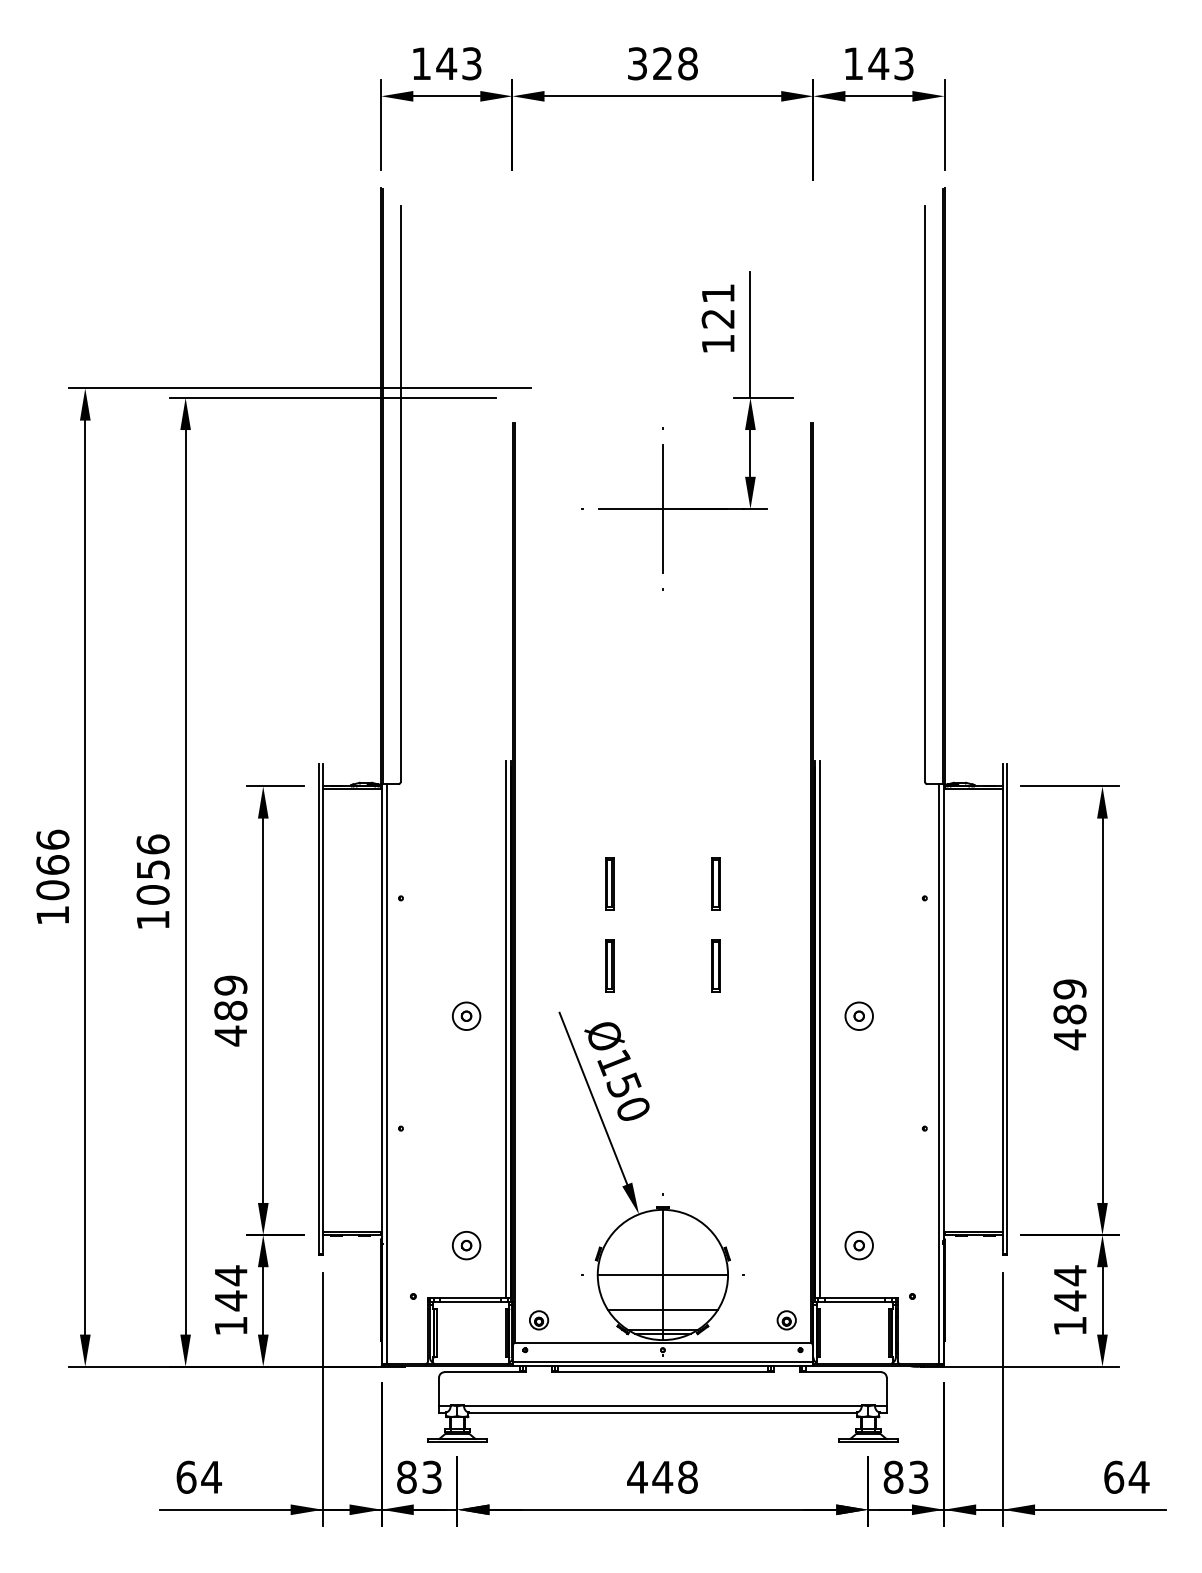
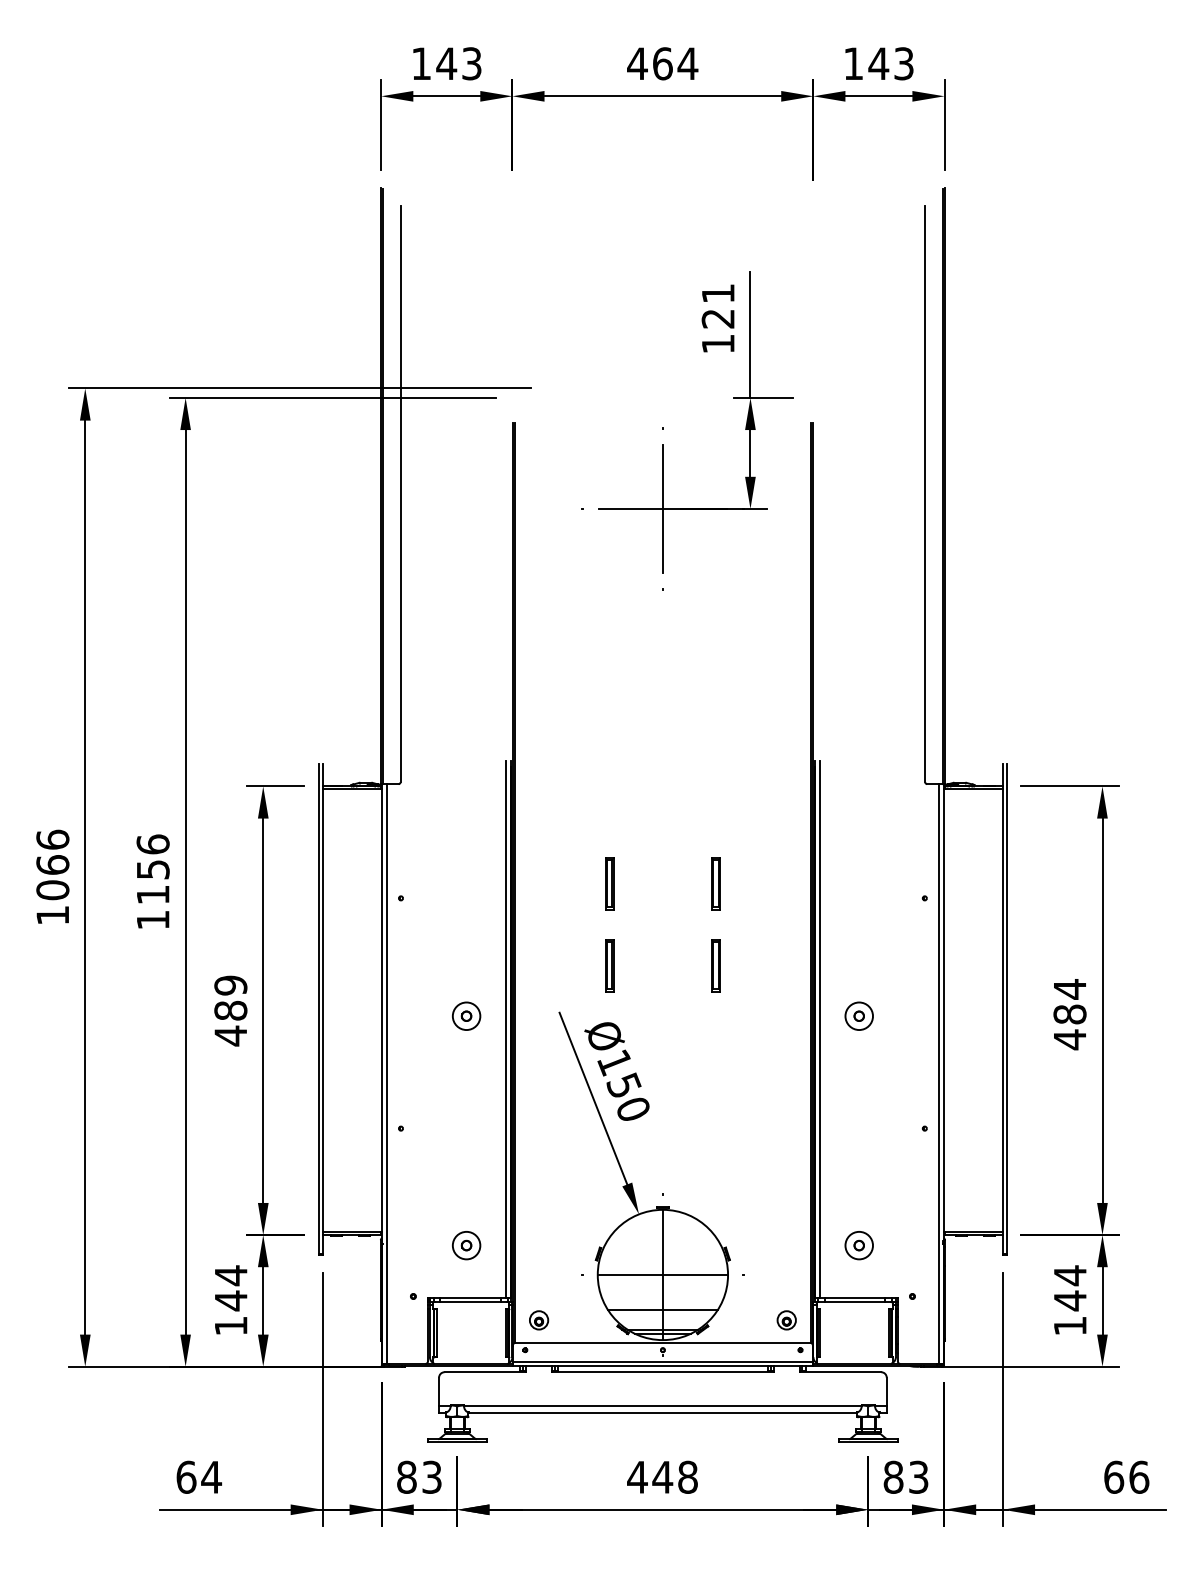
text at (662, 63): 328 -> 464
text at (152, 894): 1056 -> 1156
text at (1069, 989): 489 -> 484
text at (1138, 1476): 64 -> 66
